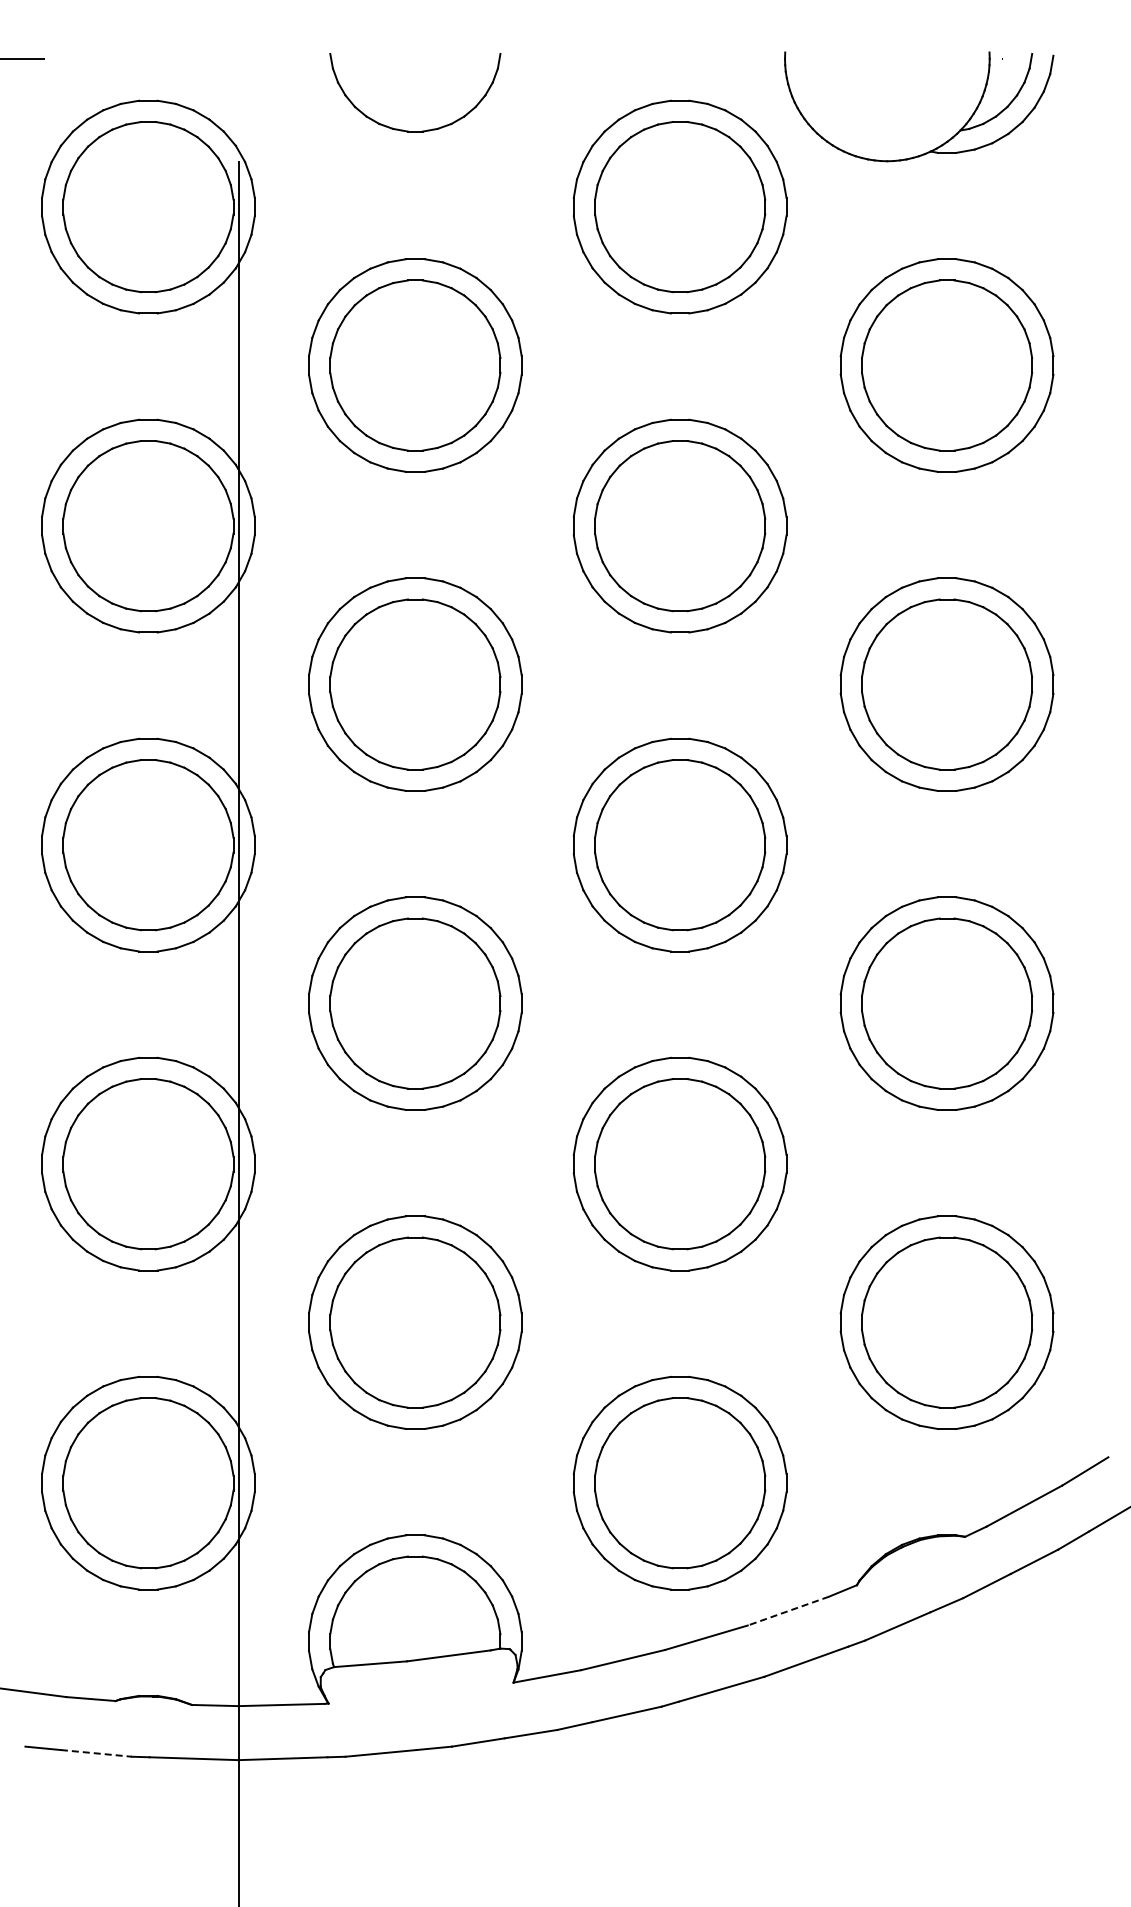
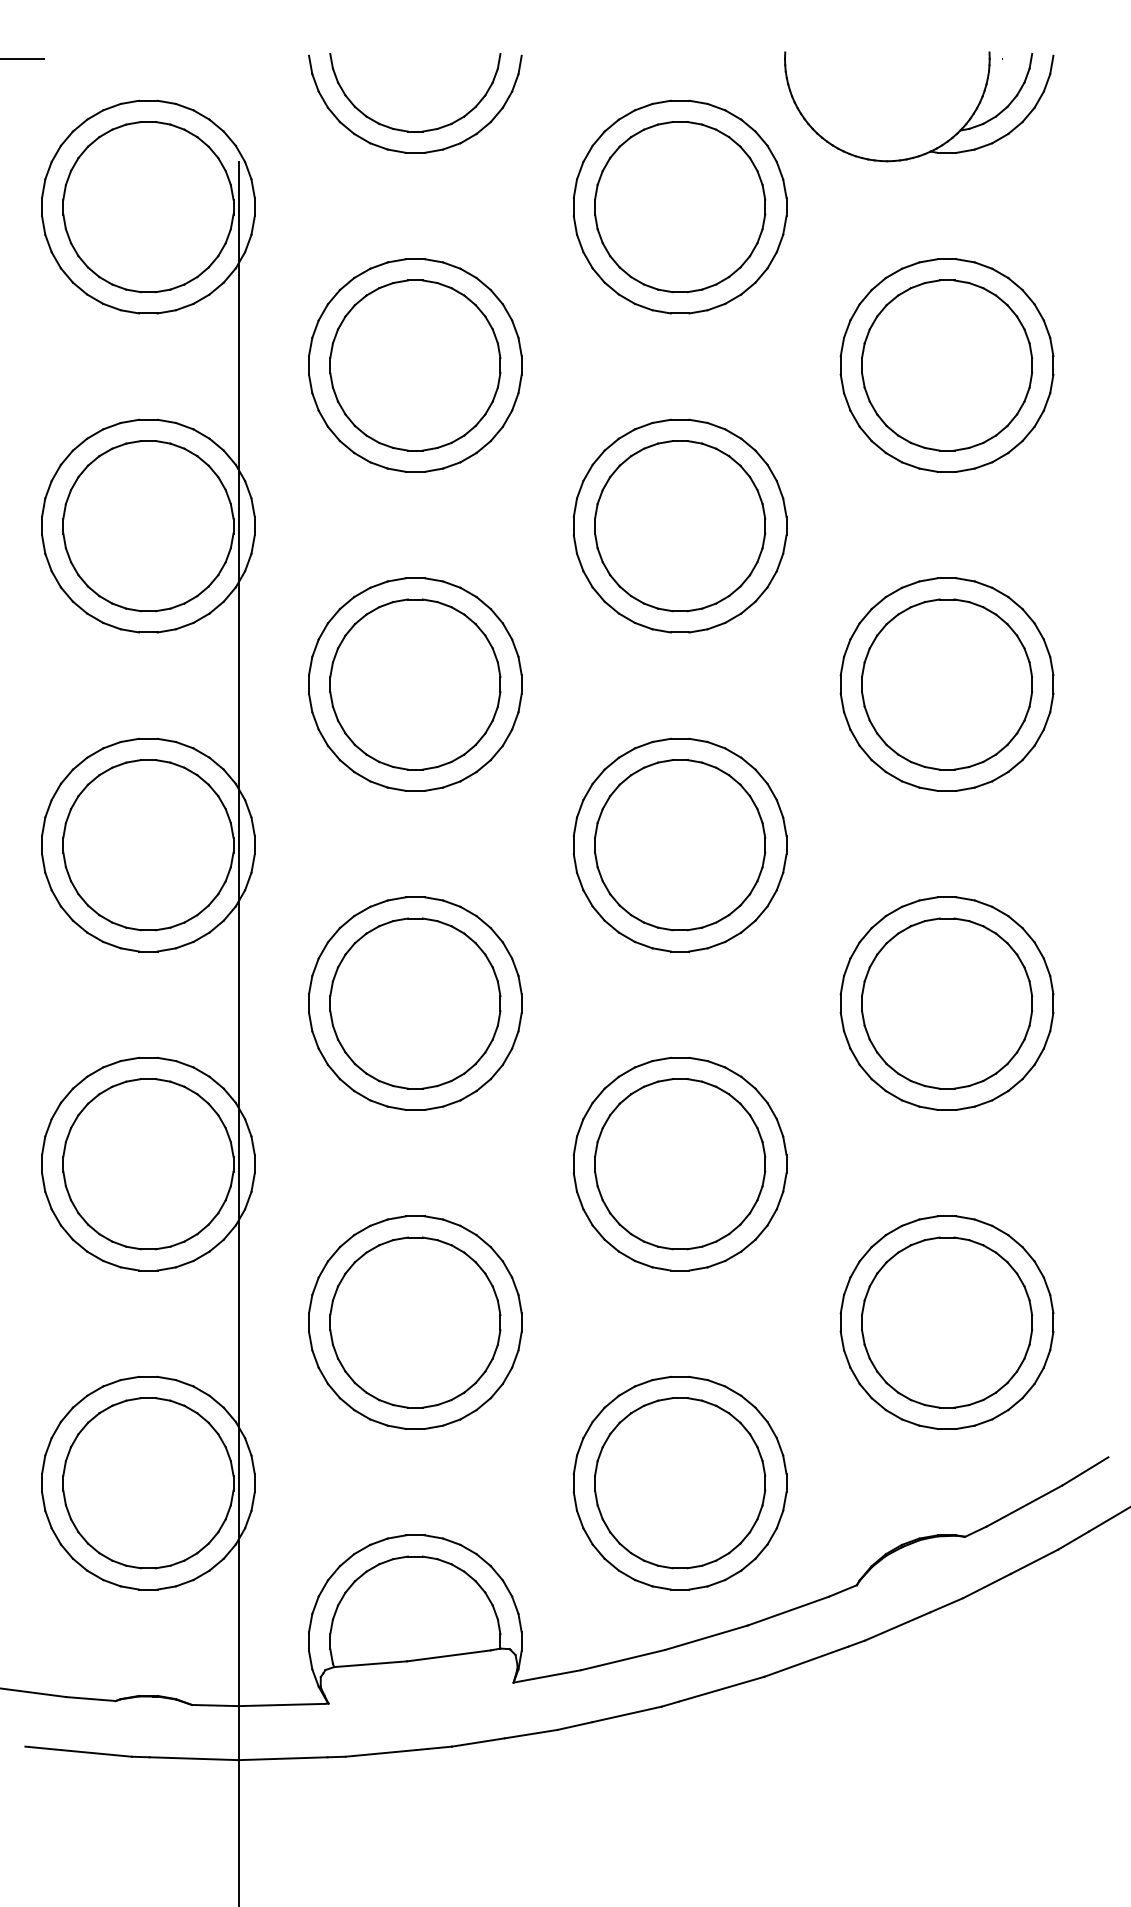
part at (415, 152): none -> present
line at (787, 1611): dashed -> solid
line at (96, 1753): dashed -> solid
